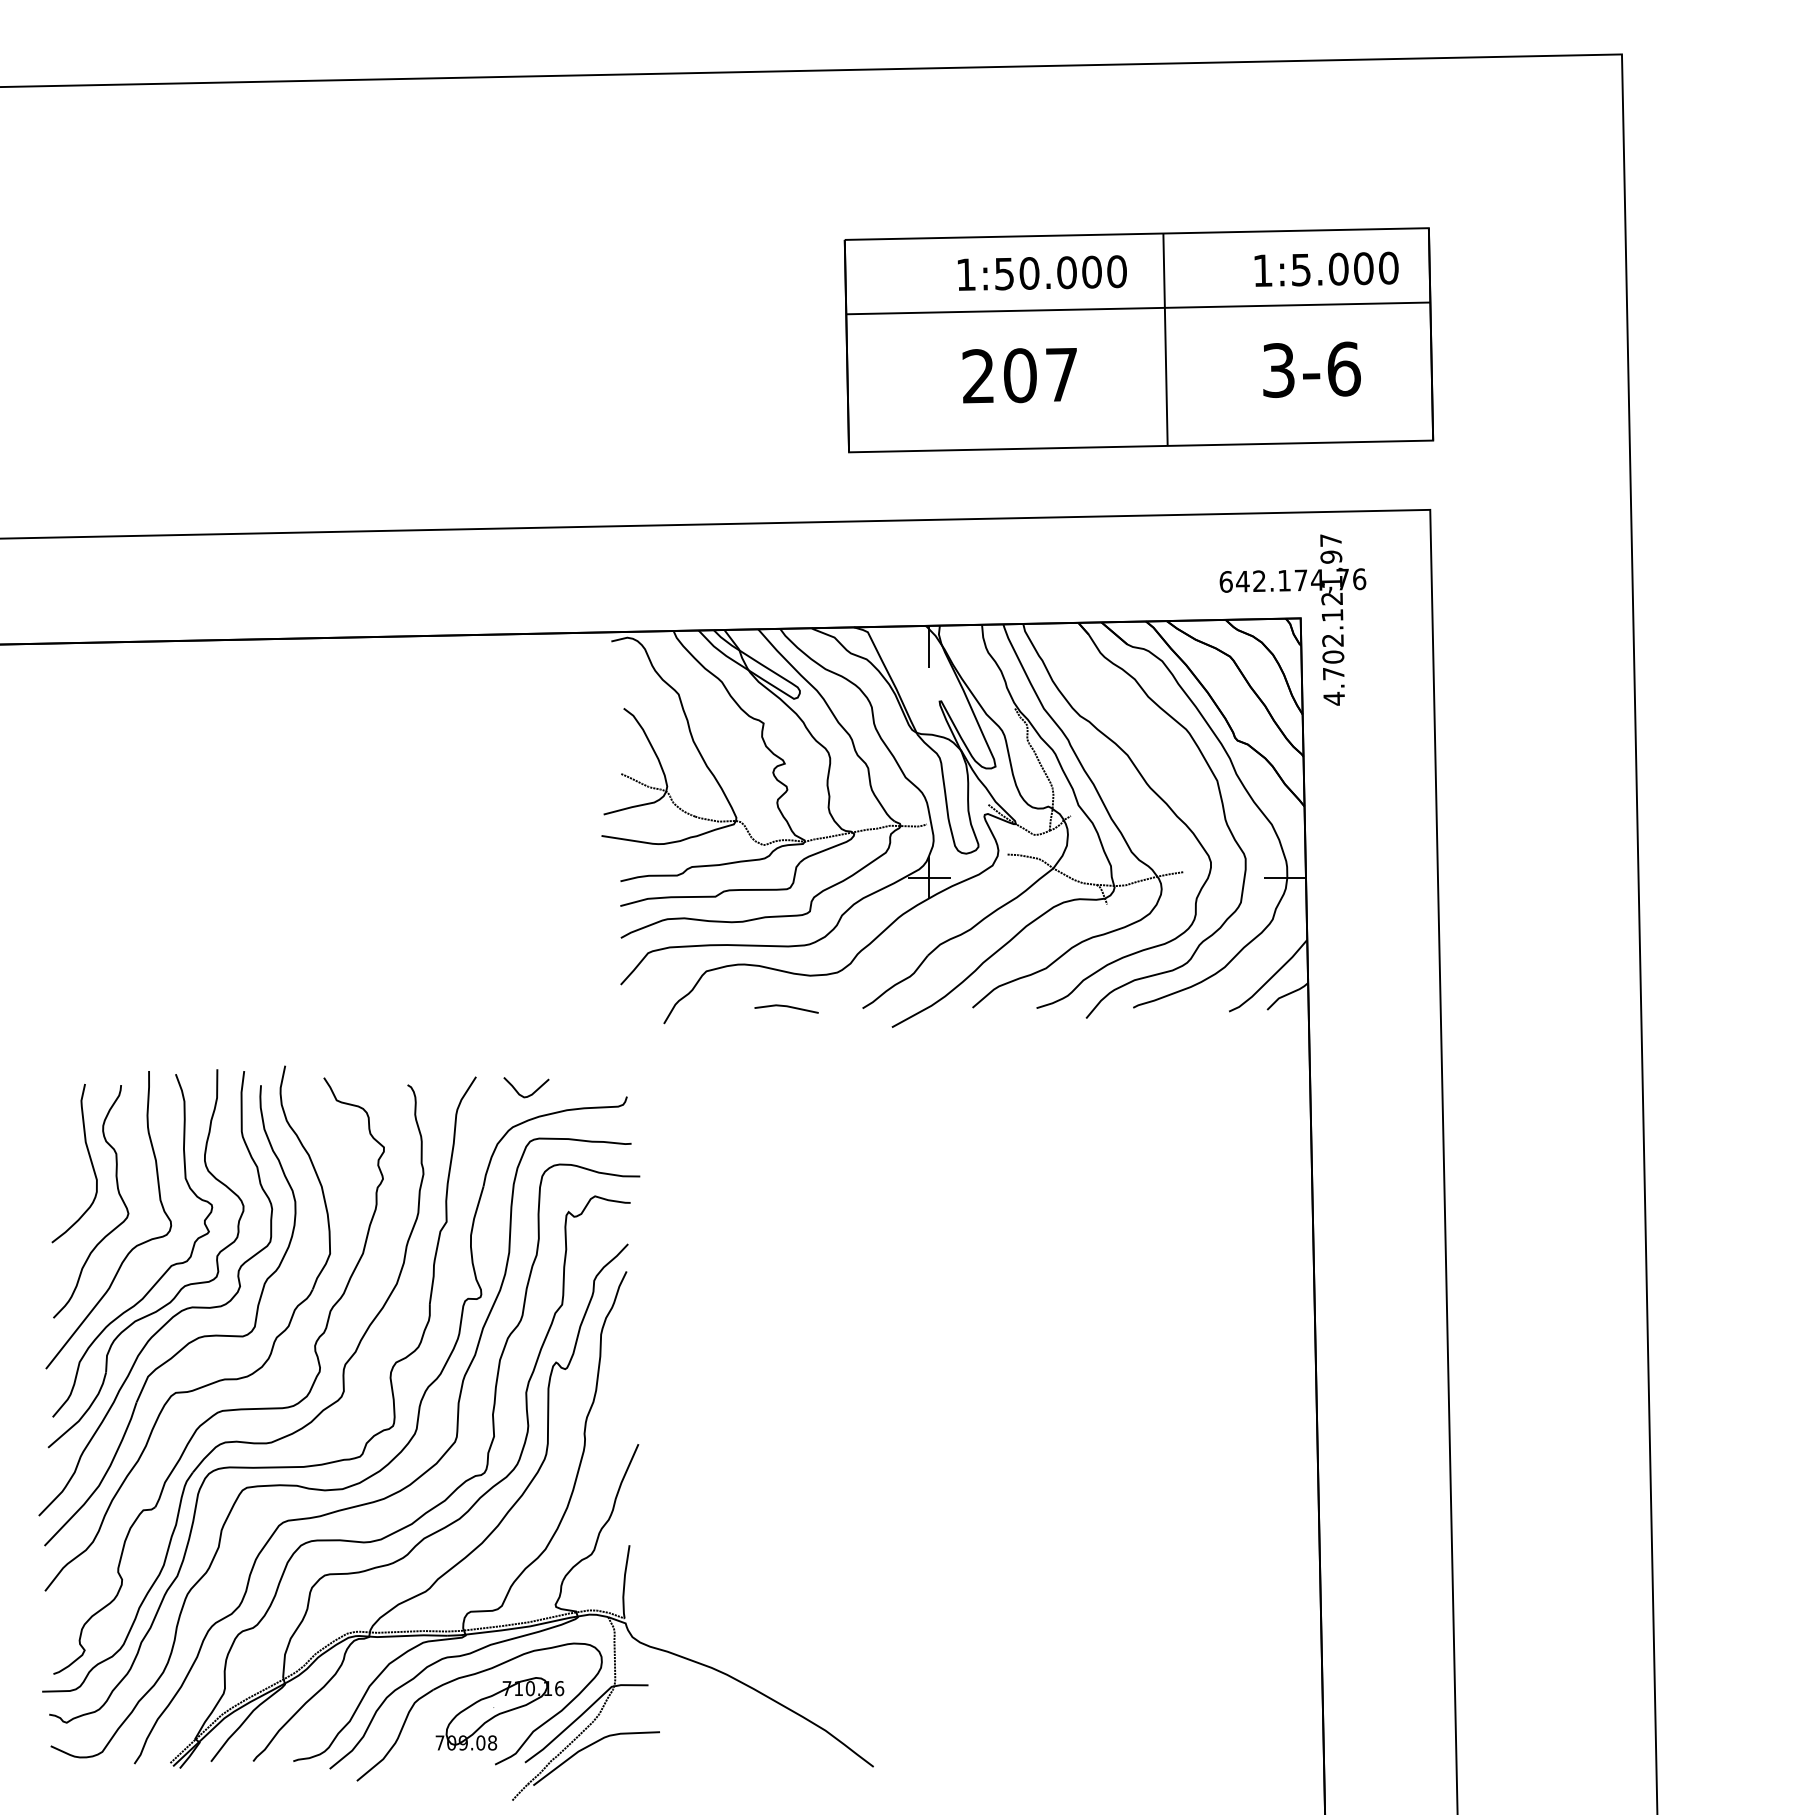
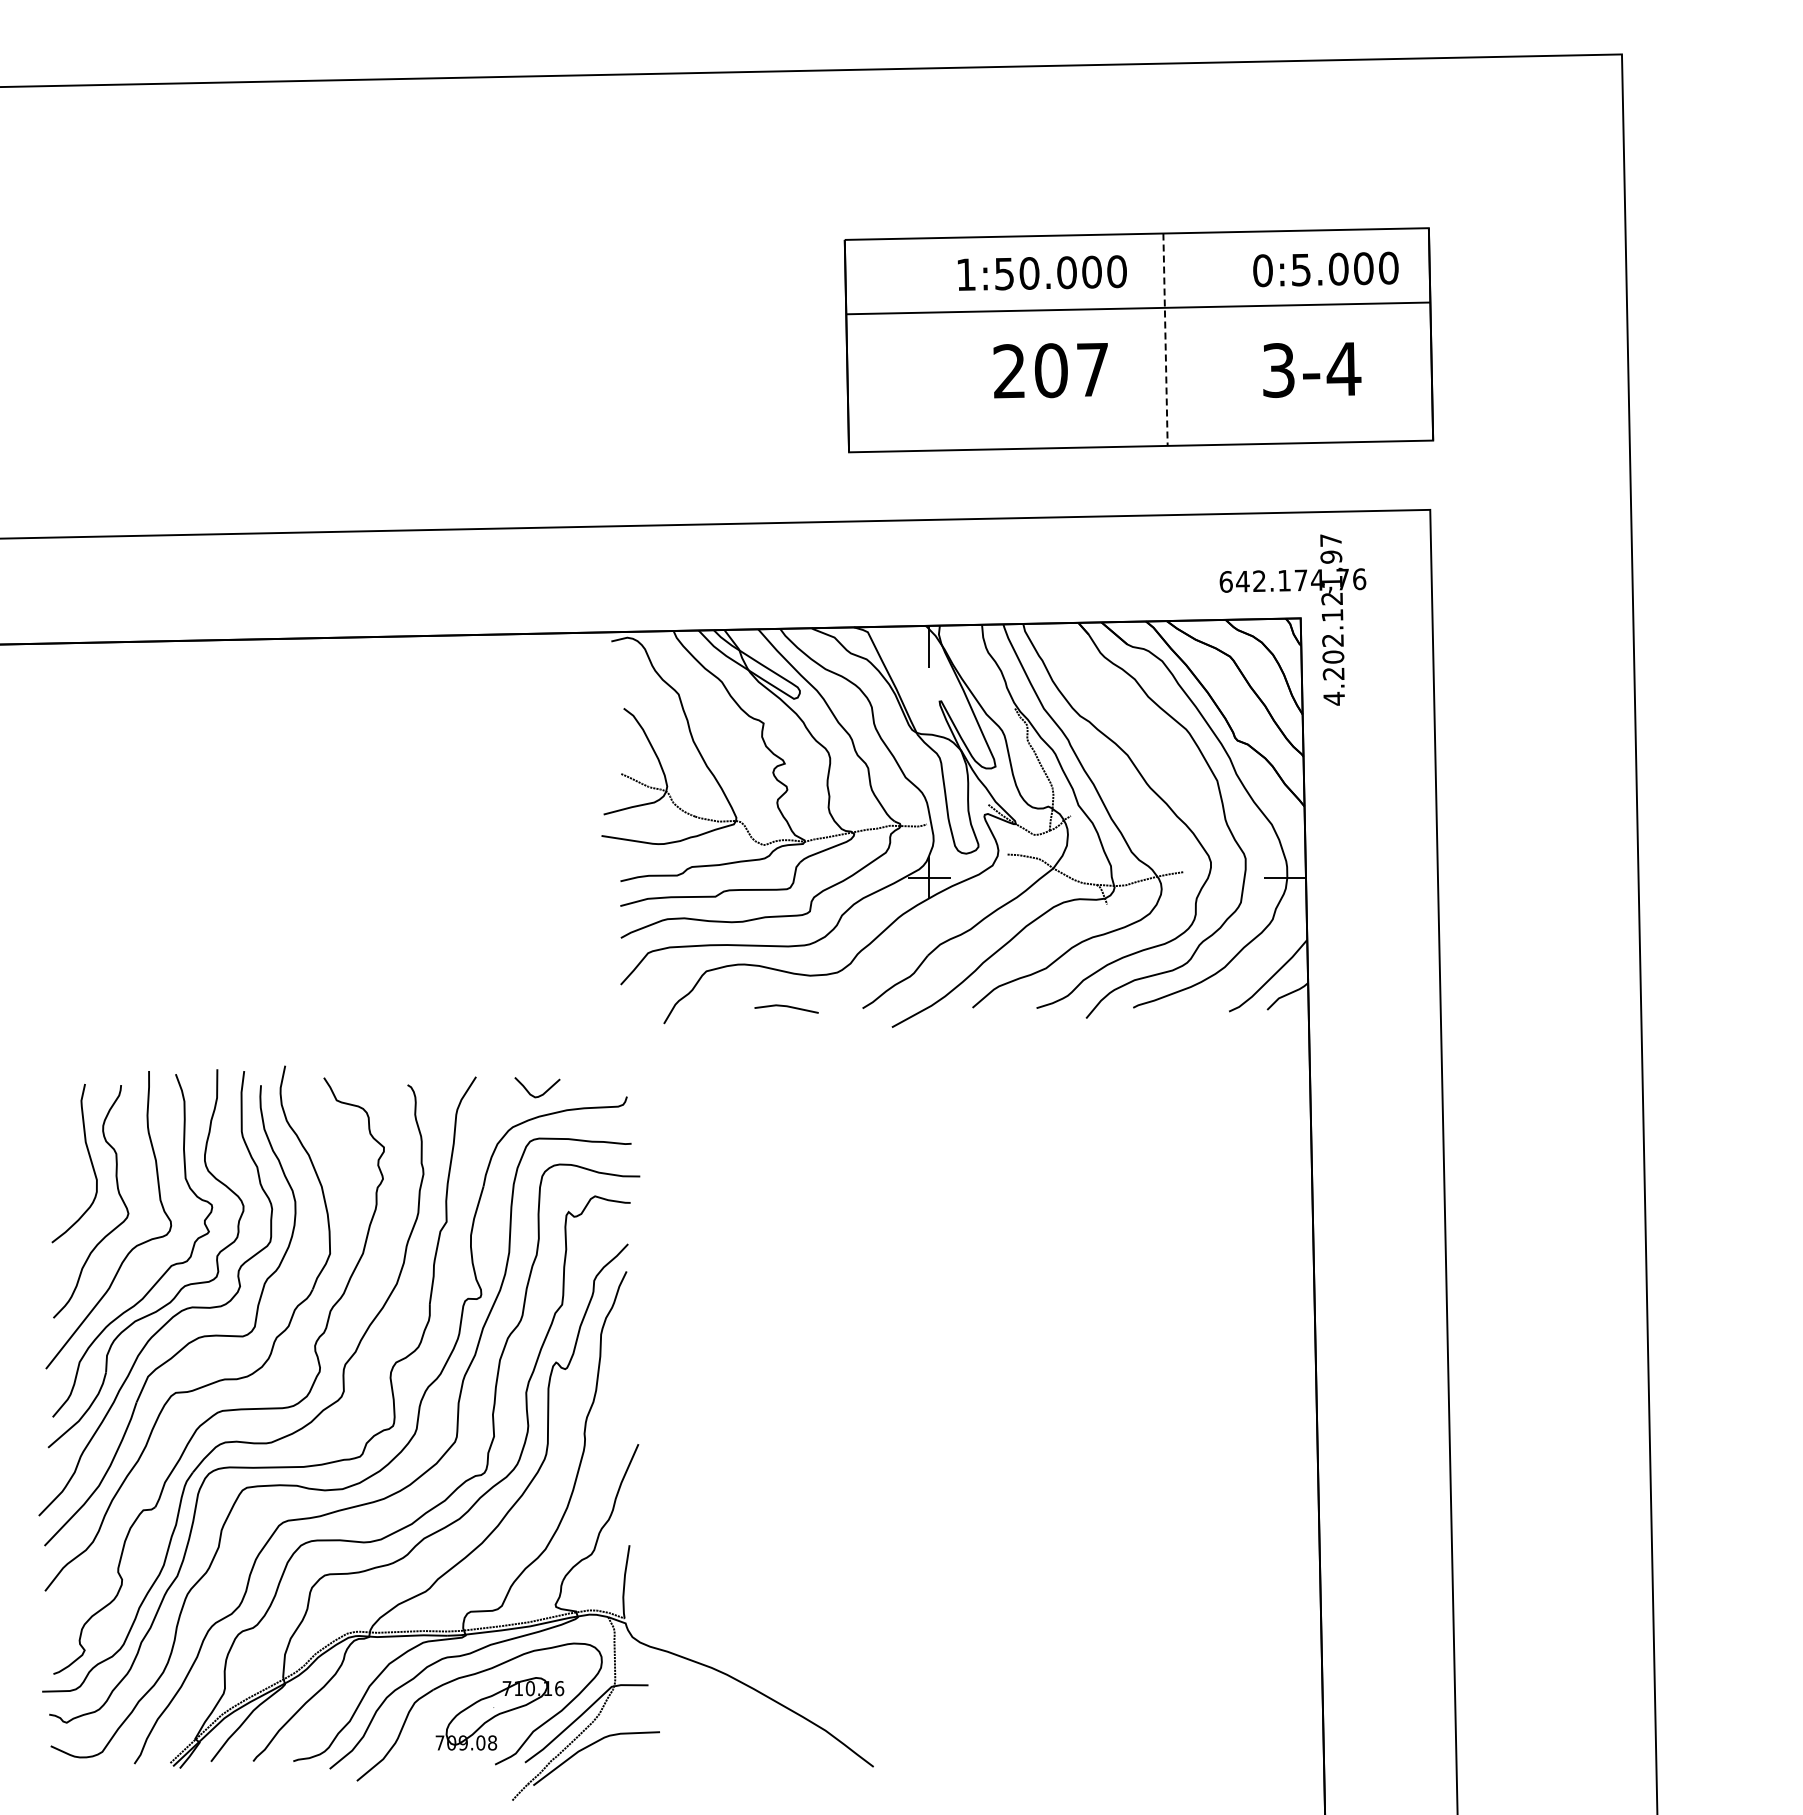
text at (1262, 270): 1:5.000 -> 0:5.000
line at (1165, 340): solid -> dashed
text at (1343, 368): 3-6 -> 3-4
text at (1019, 375) position: (1019, 375) -> (1050, 370)
text at (1333, 673): 4.702.121,97 -> 4.202.121,97
curve at (529, 1094) position: (529, 1094) -> (540, 1094)
